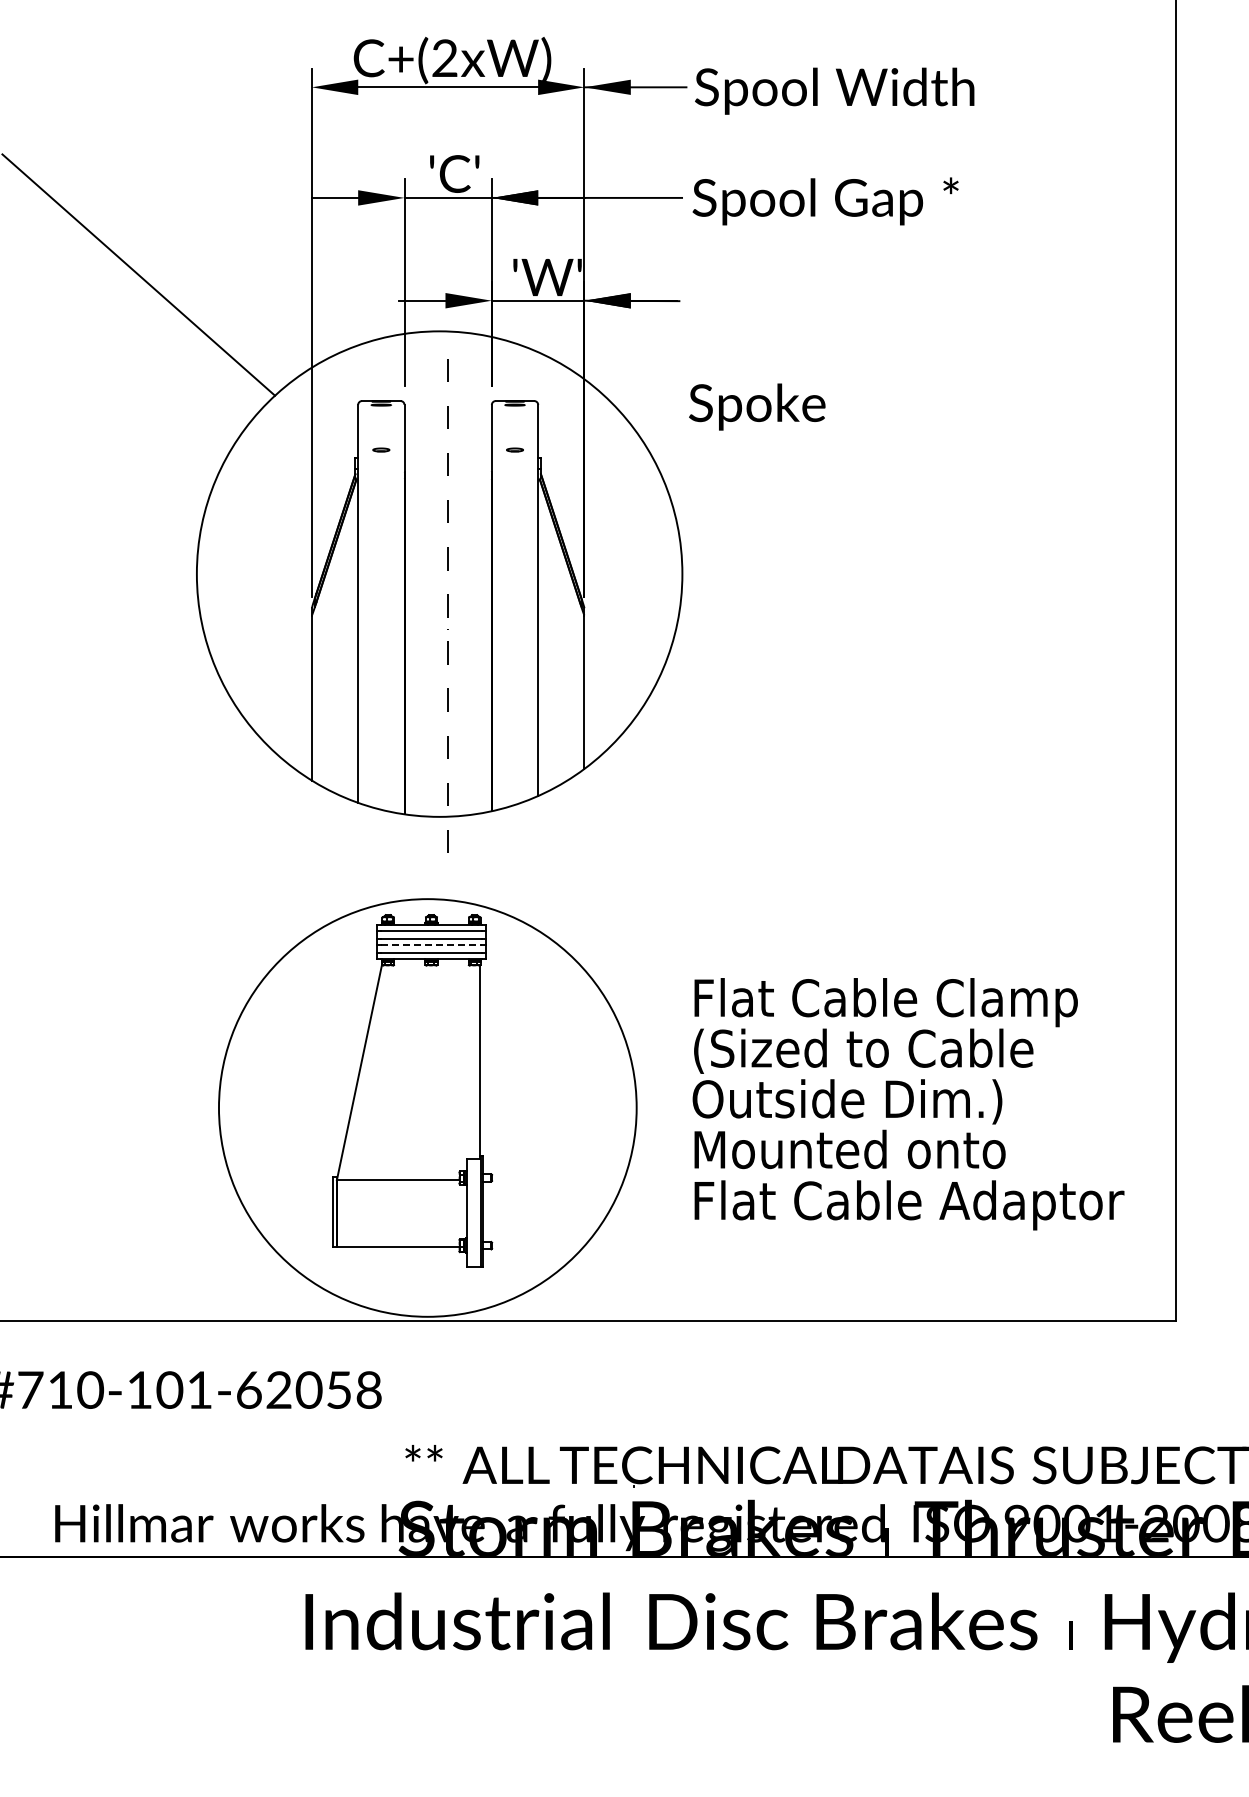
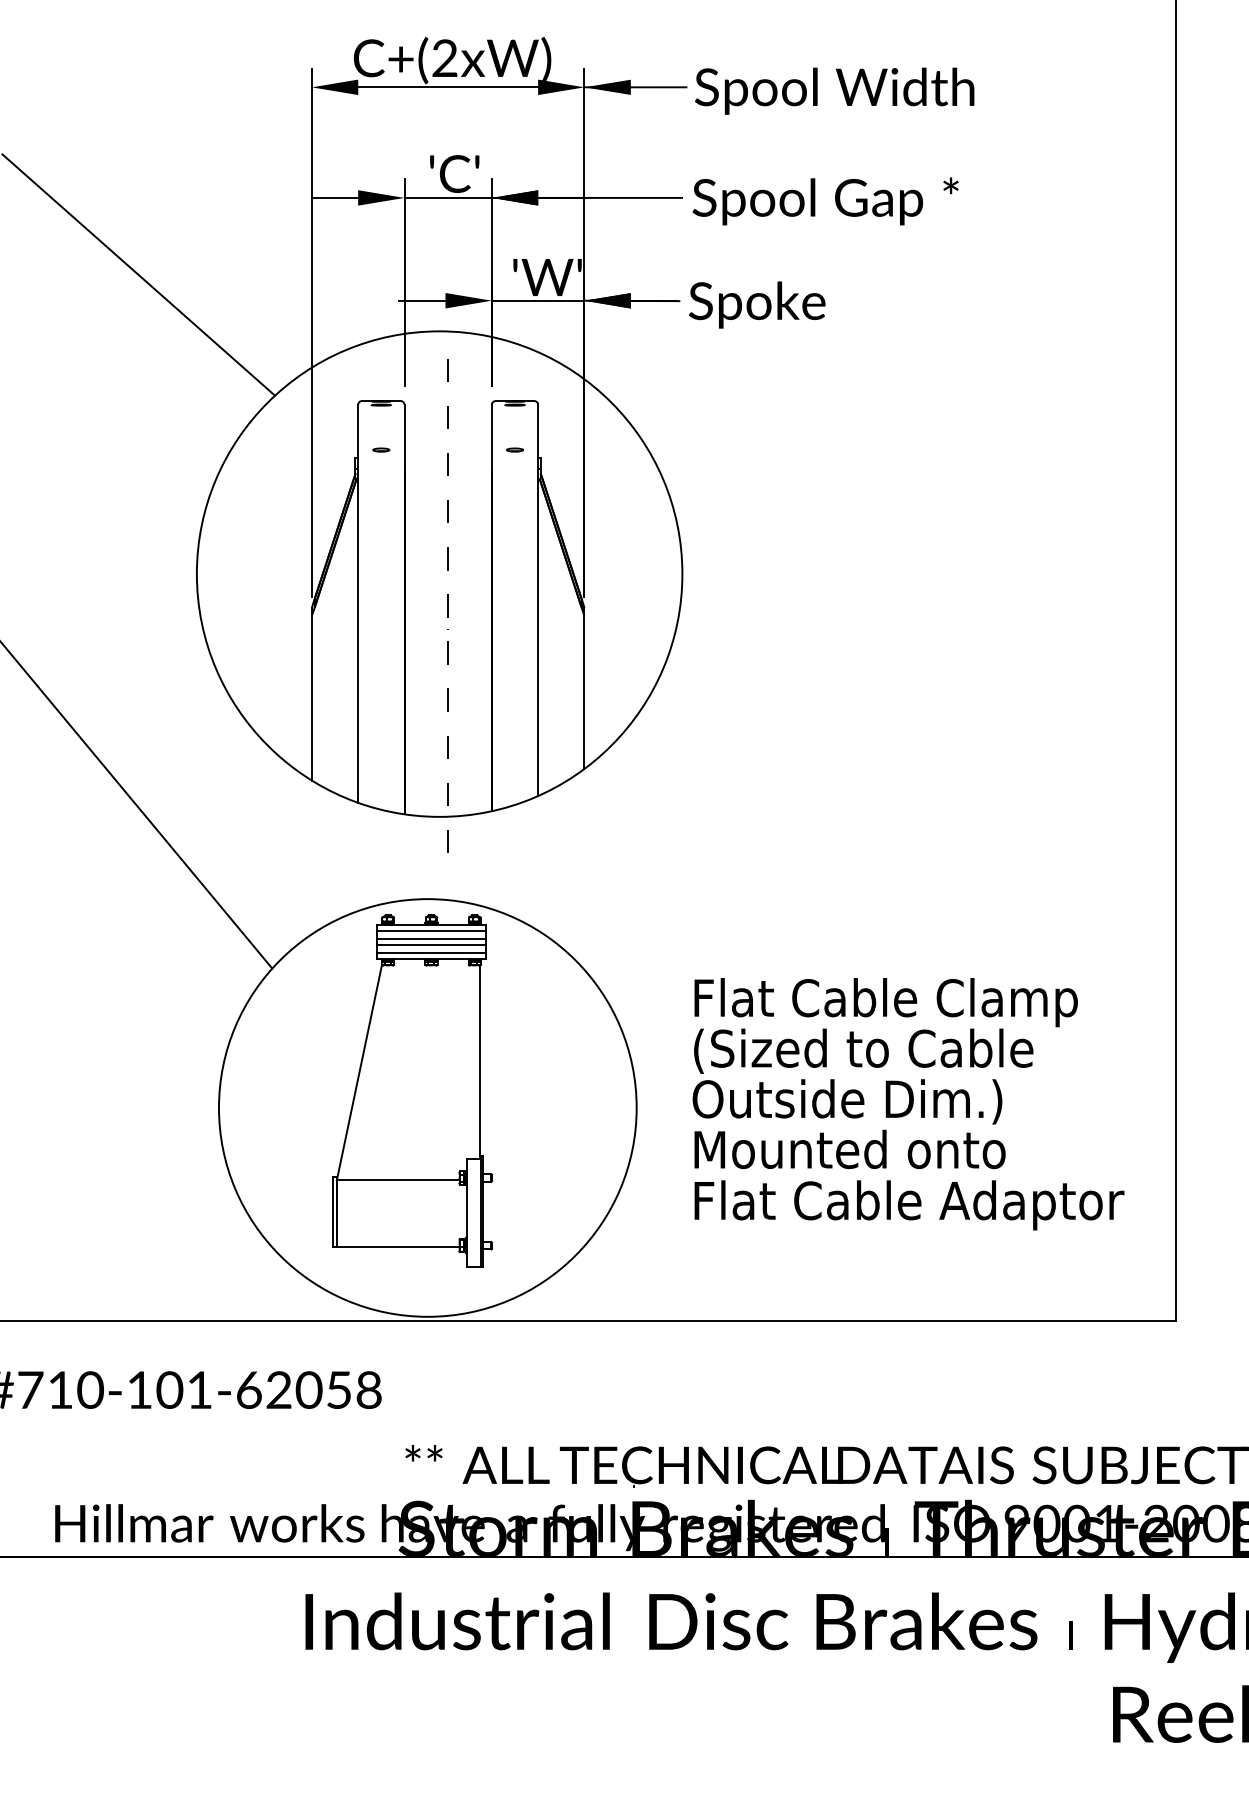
text at (757, 406) position: (757, 406) -> (757, 304)
line at (137, 805): none -> present
line at (431, 944): dashed -> solid
